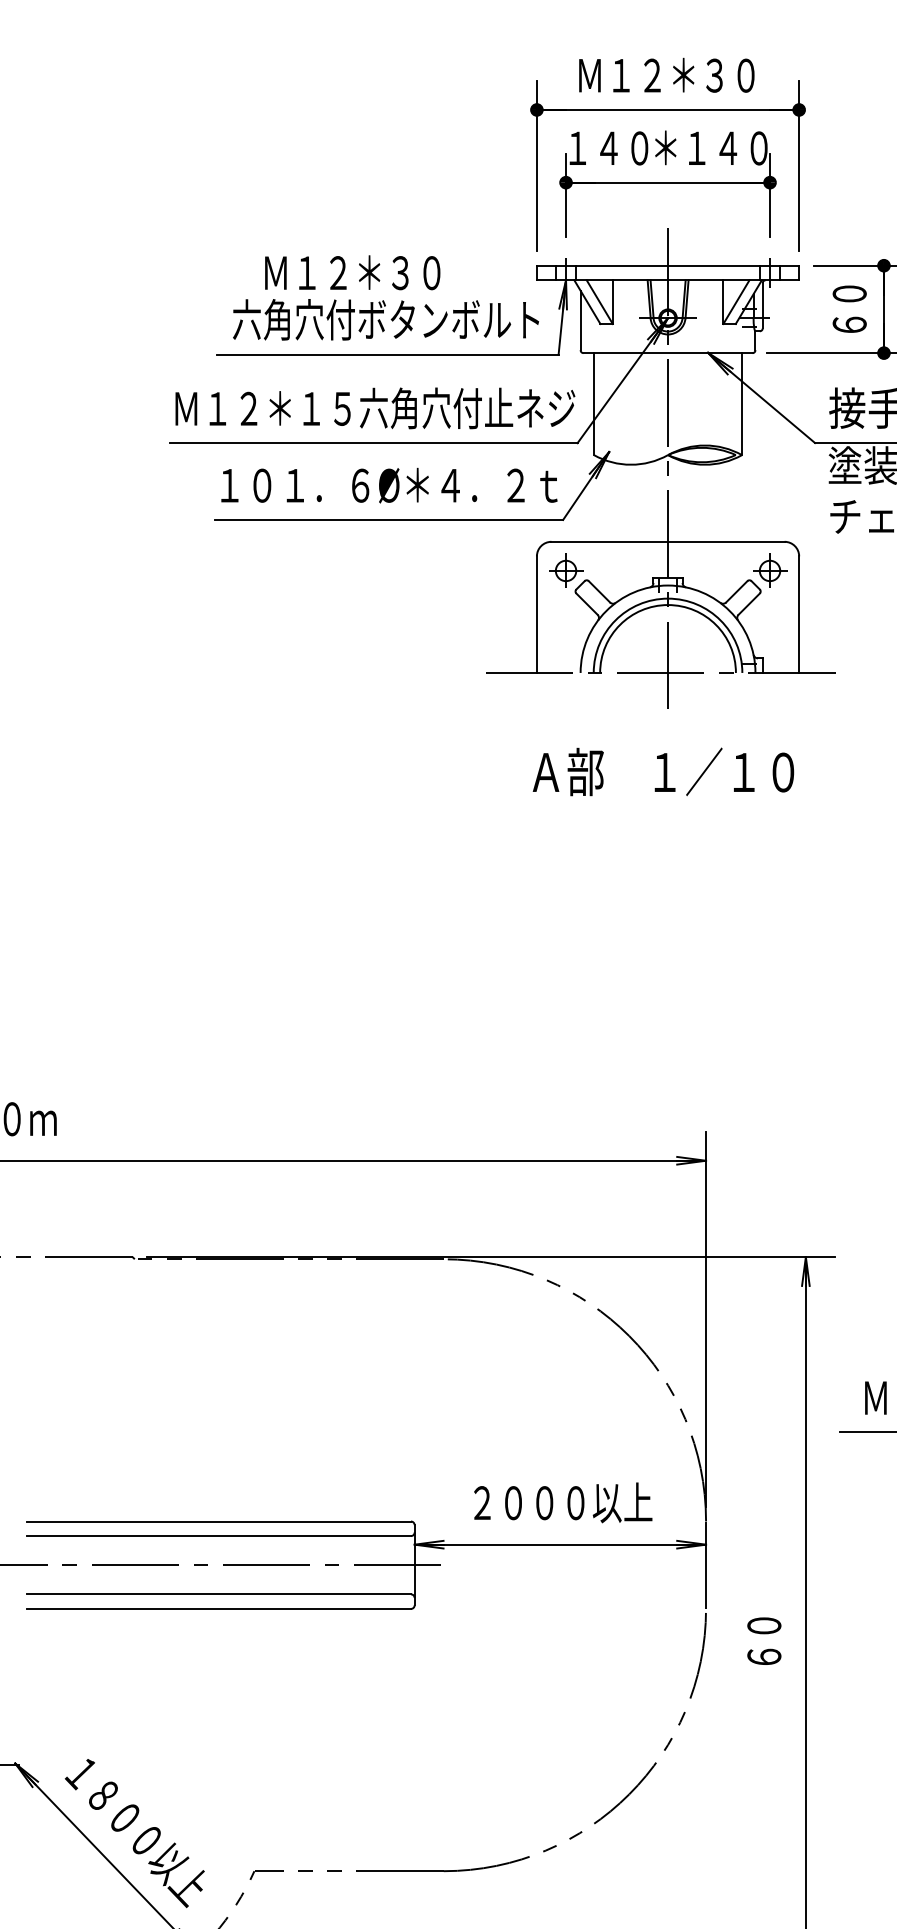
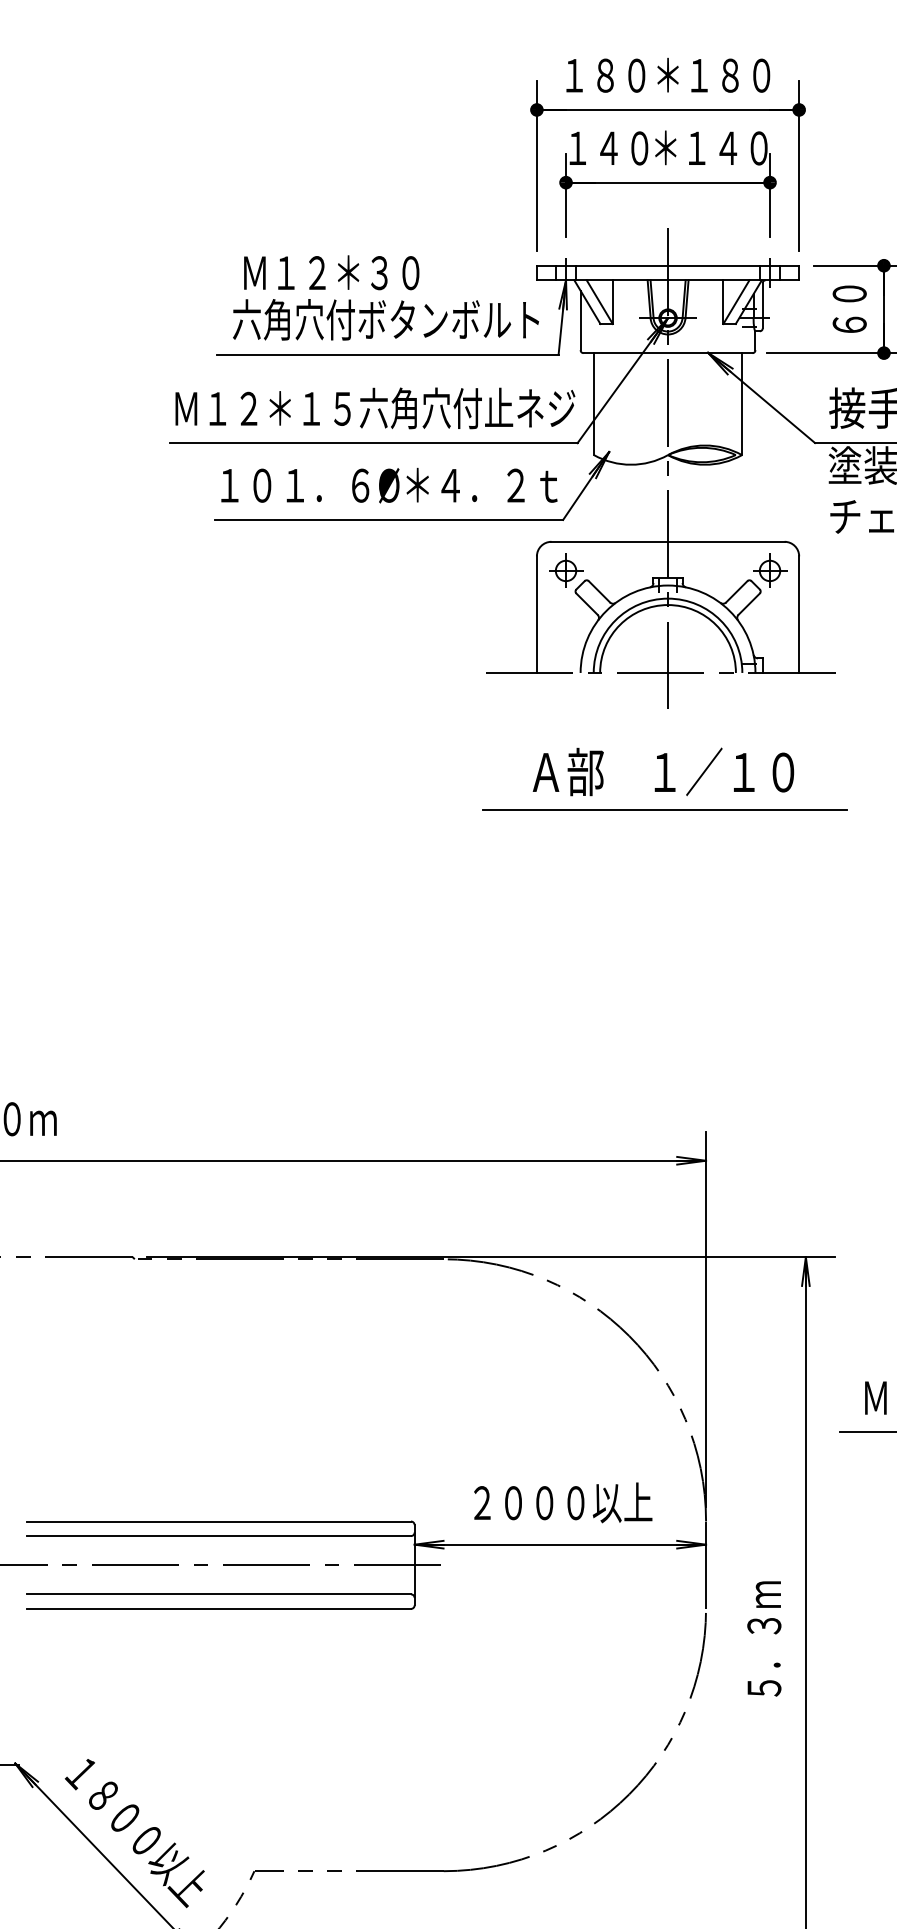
text at (668, 74): Ｍ１２＊３０ -> １８０＊１８０
text at (352, 272) position: (352, 272) -> (331, 272)
line at (664, 810): none -> present
text at (764, 1638): ６０ -> ５．３ｍ
